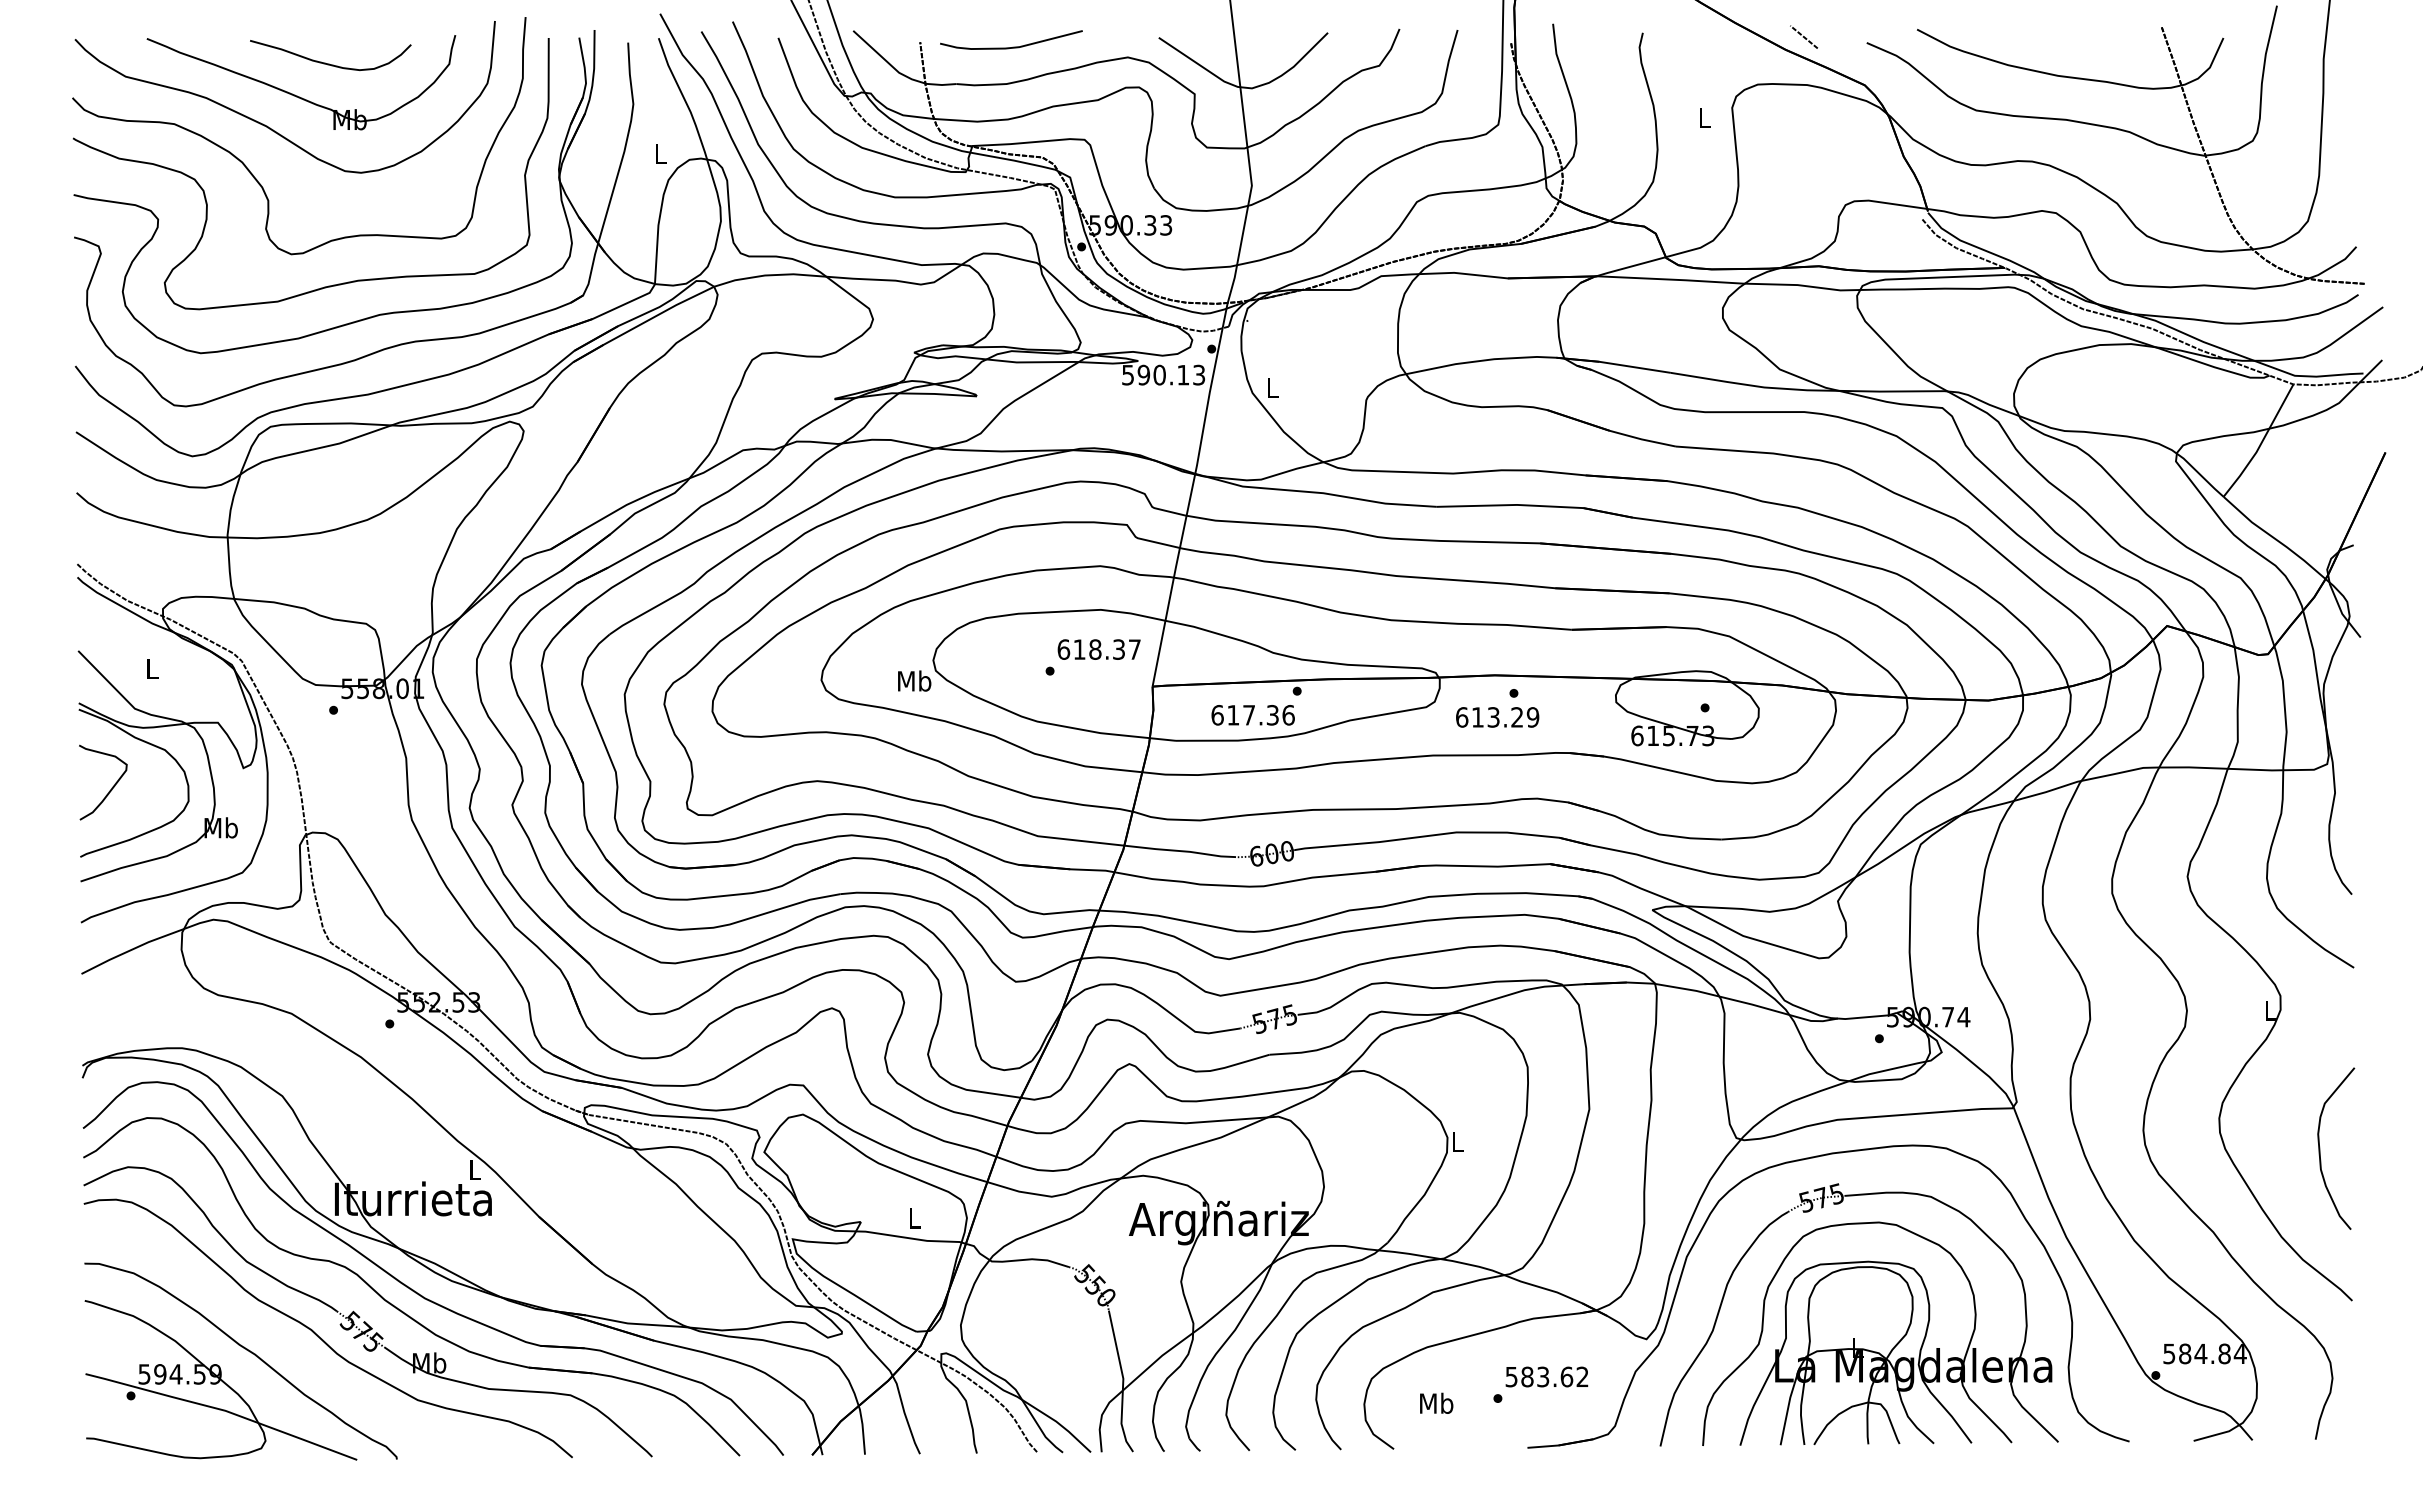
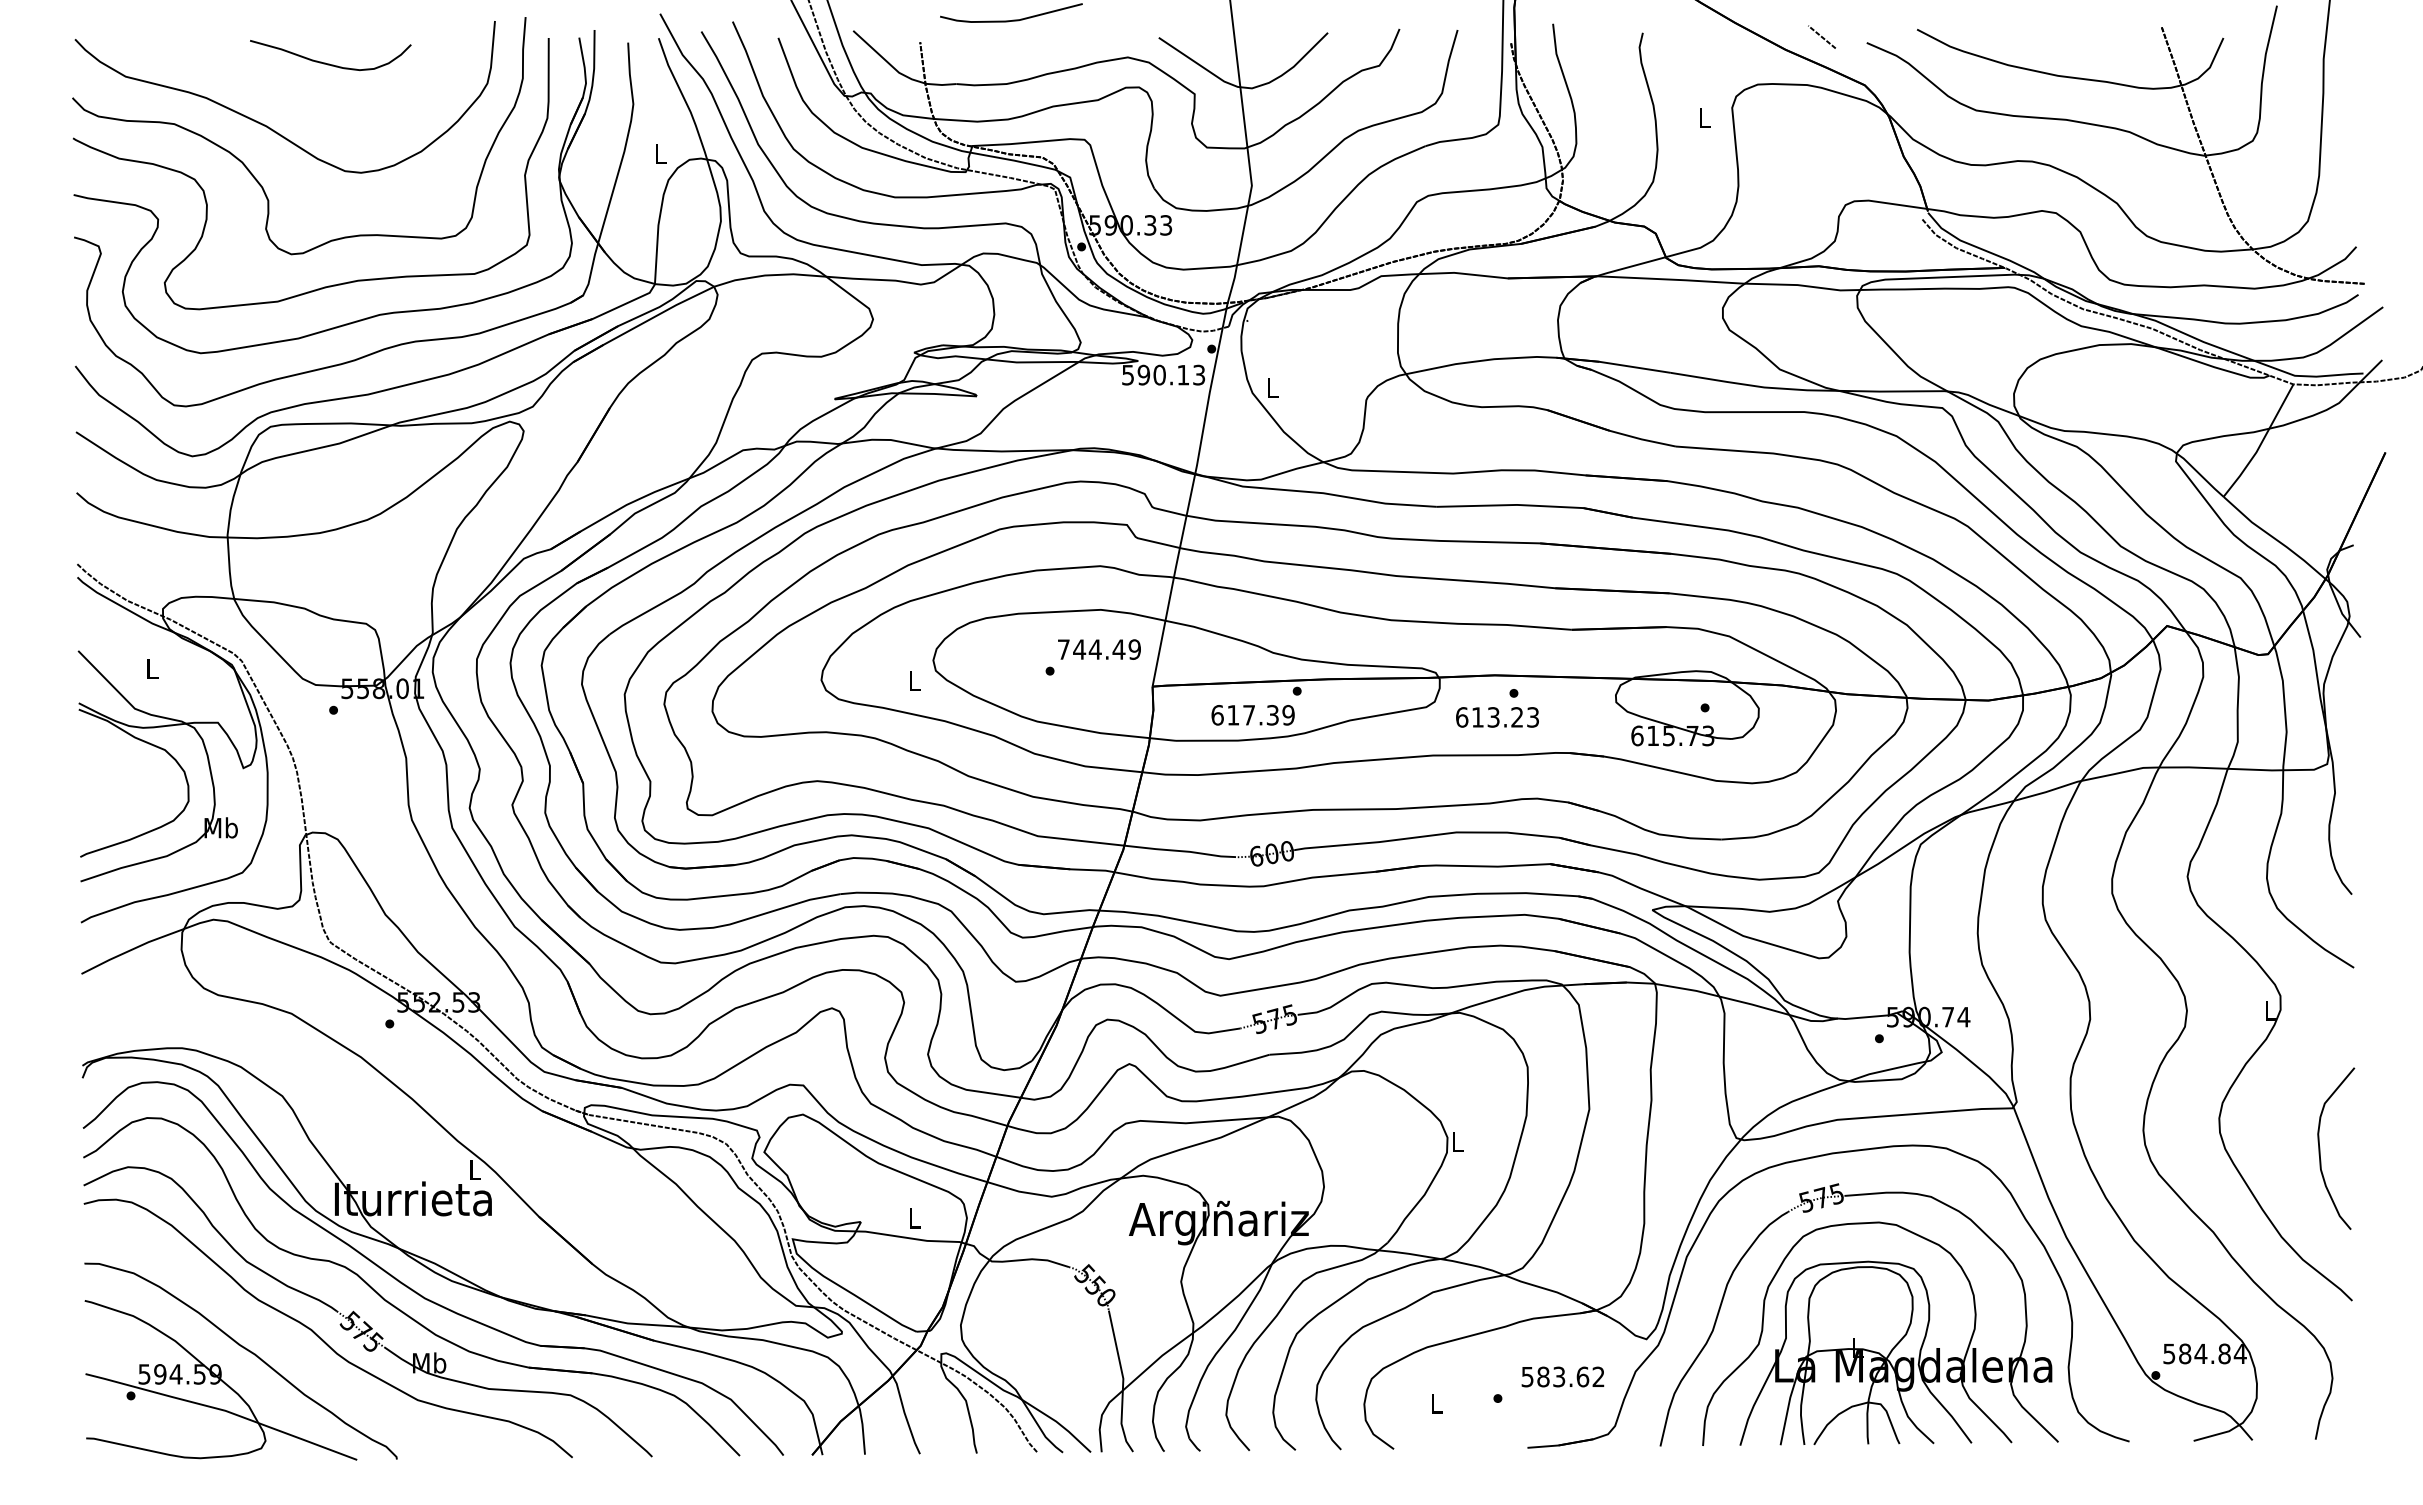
line at (1804, 36) position: (1804, 36) -> (1822, 36)
curve at (1012, 46) position: (1012, 46) -> (1012, 19)
part at (295, 94): present -> none
text at (1098, 649): 618.37 -> 744.49
text at (914, 680): Mb -> L
text at (1288, 715): 617.36 -> 617.39
text at (1532, 717): 613.29 -> 613.23
curve at (112, 786): present -> none
text at (1546, 1376) position: (1546, 1376) -> (1562, 1376)
text at (1436, 1402): Mb -> L
